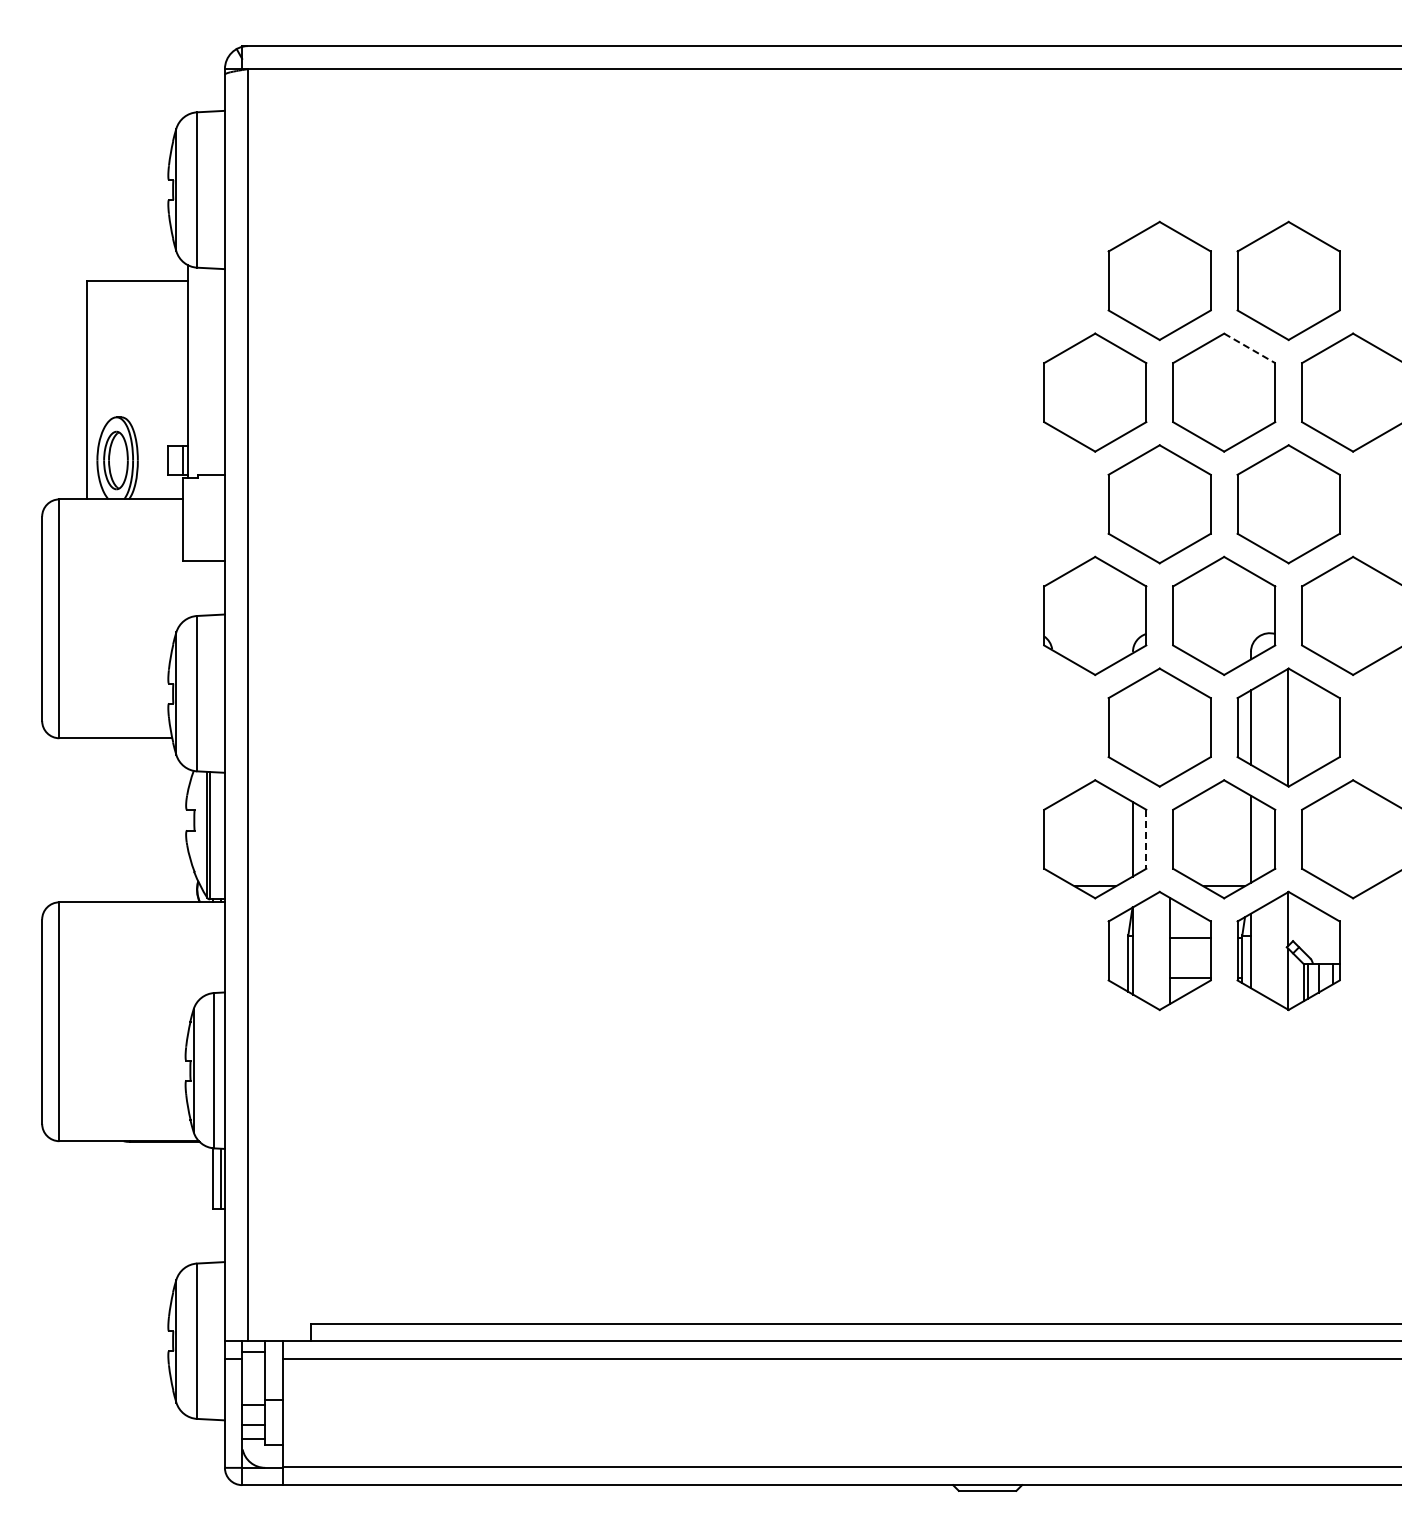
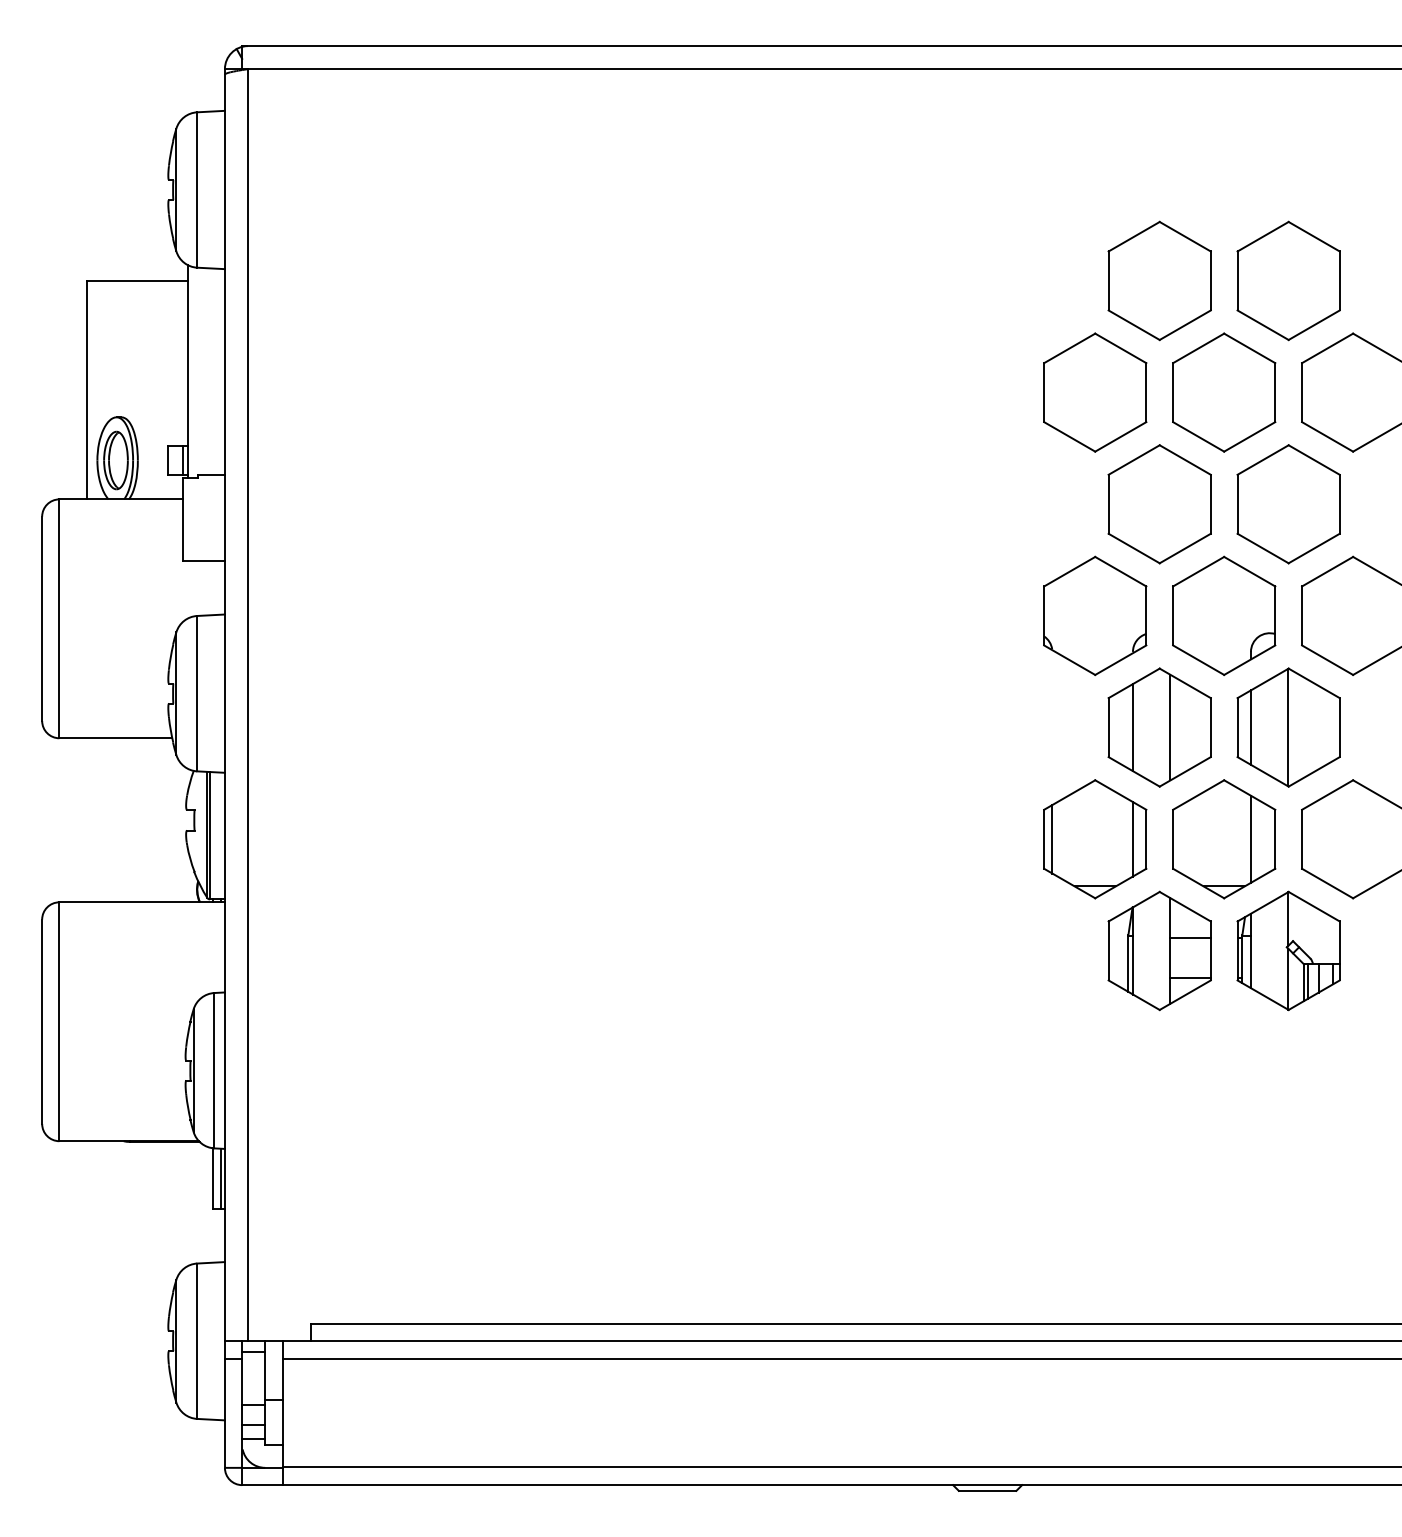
line at (1250, 348): dashed -> solid
line at (1132, 727): none -> present
line at (1170, 727): none -> present
line at (1052, 839): none -> present
line at (1146, 839): dashed -> solid
